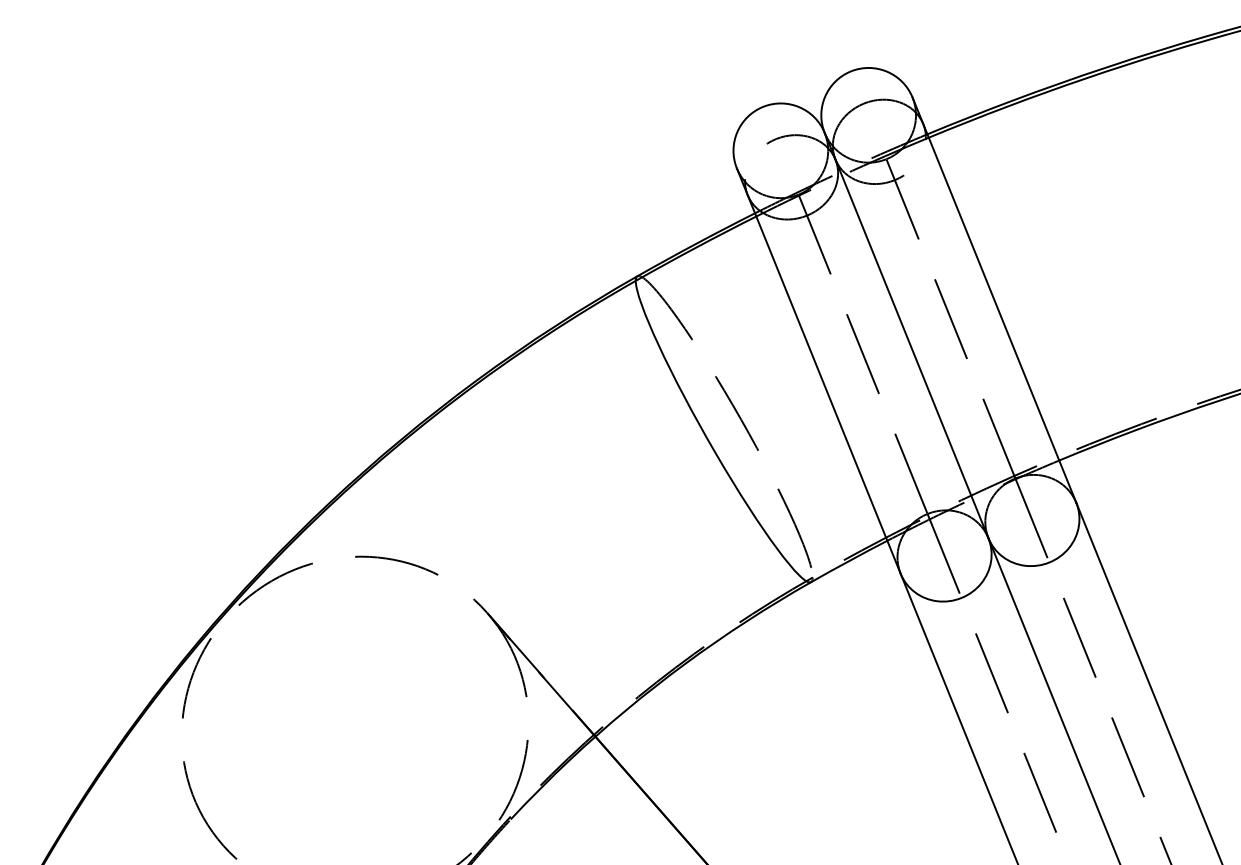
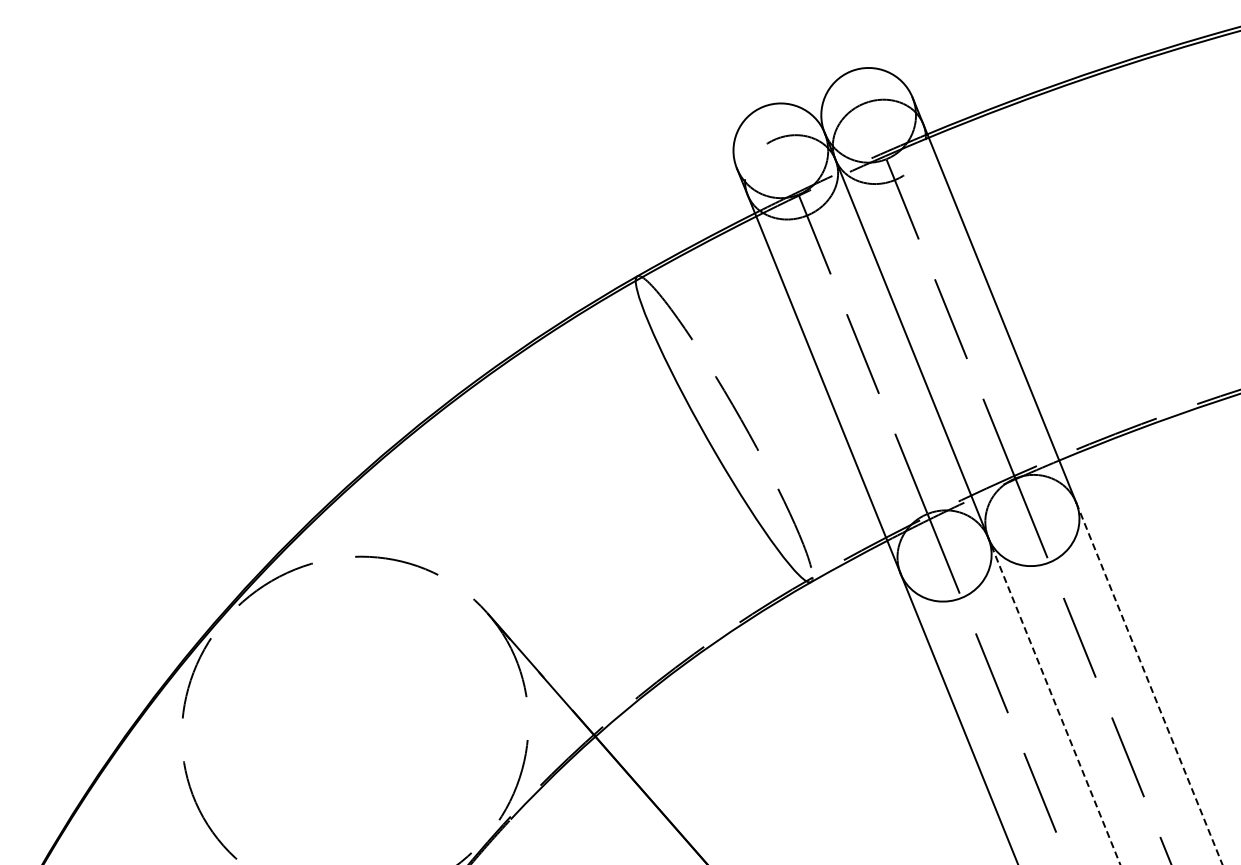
line at (1149, 683): solid -> dashed
line at (1054, 701): solid -> dashed
